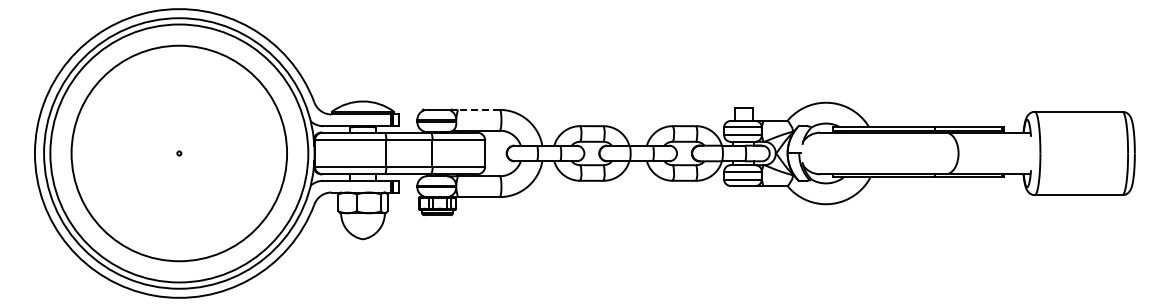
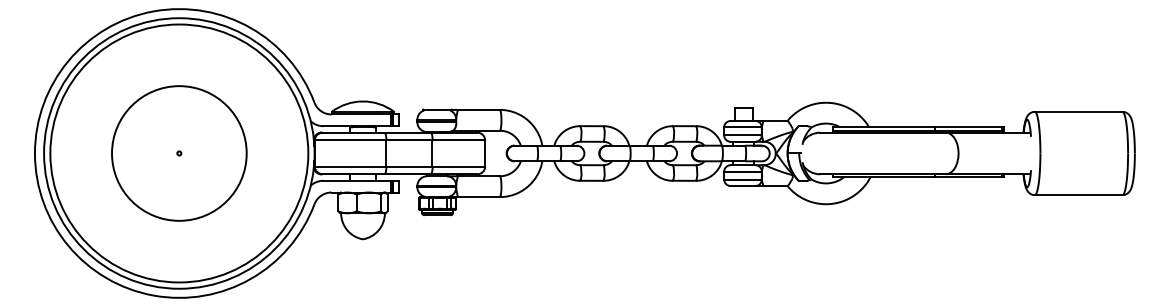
line at (478, 109): dashed -> solid
circle at (179, 153) diameter: 216 px -> 135 px
